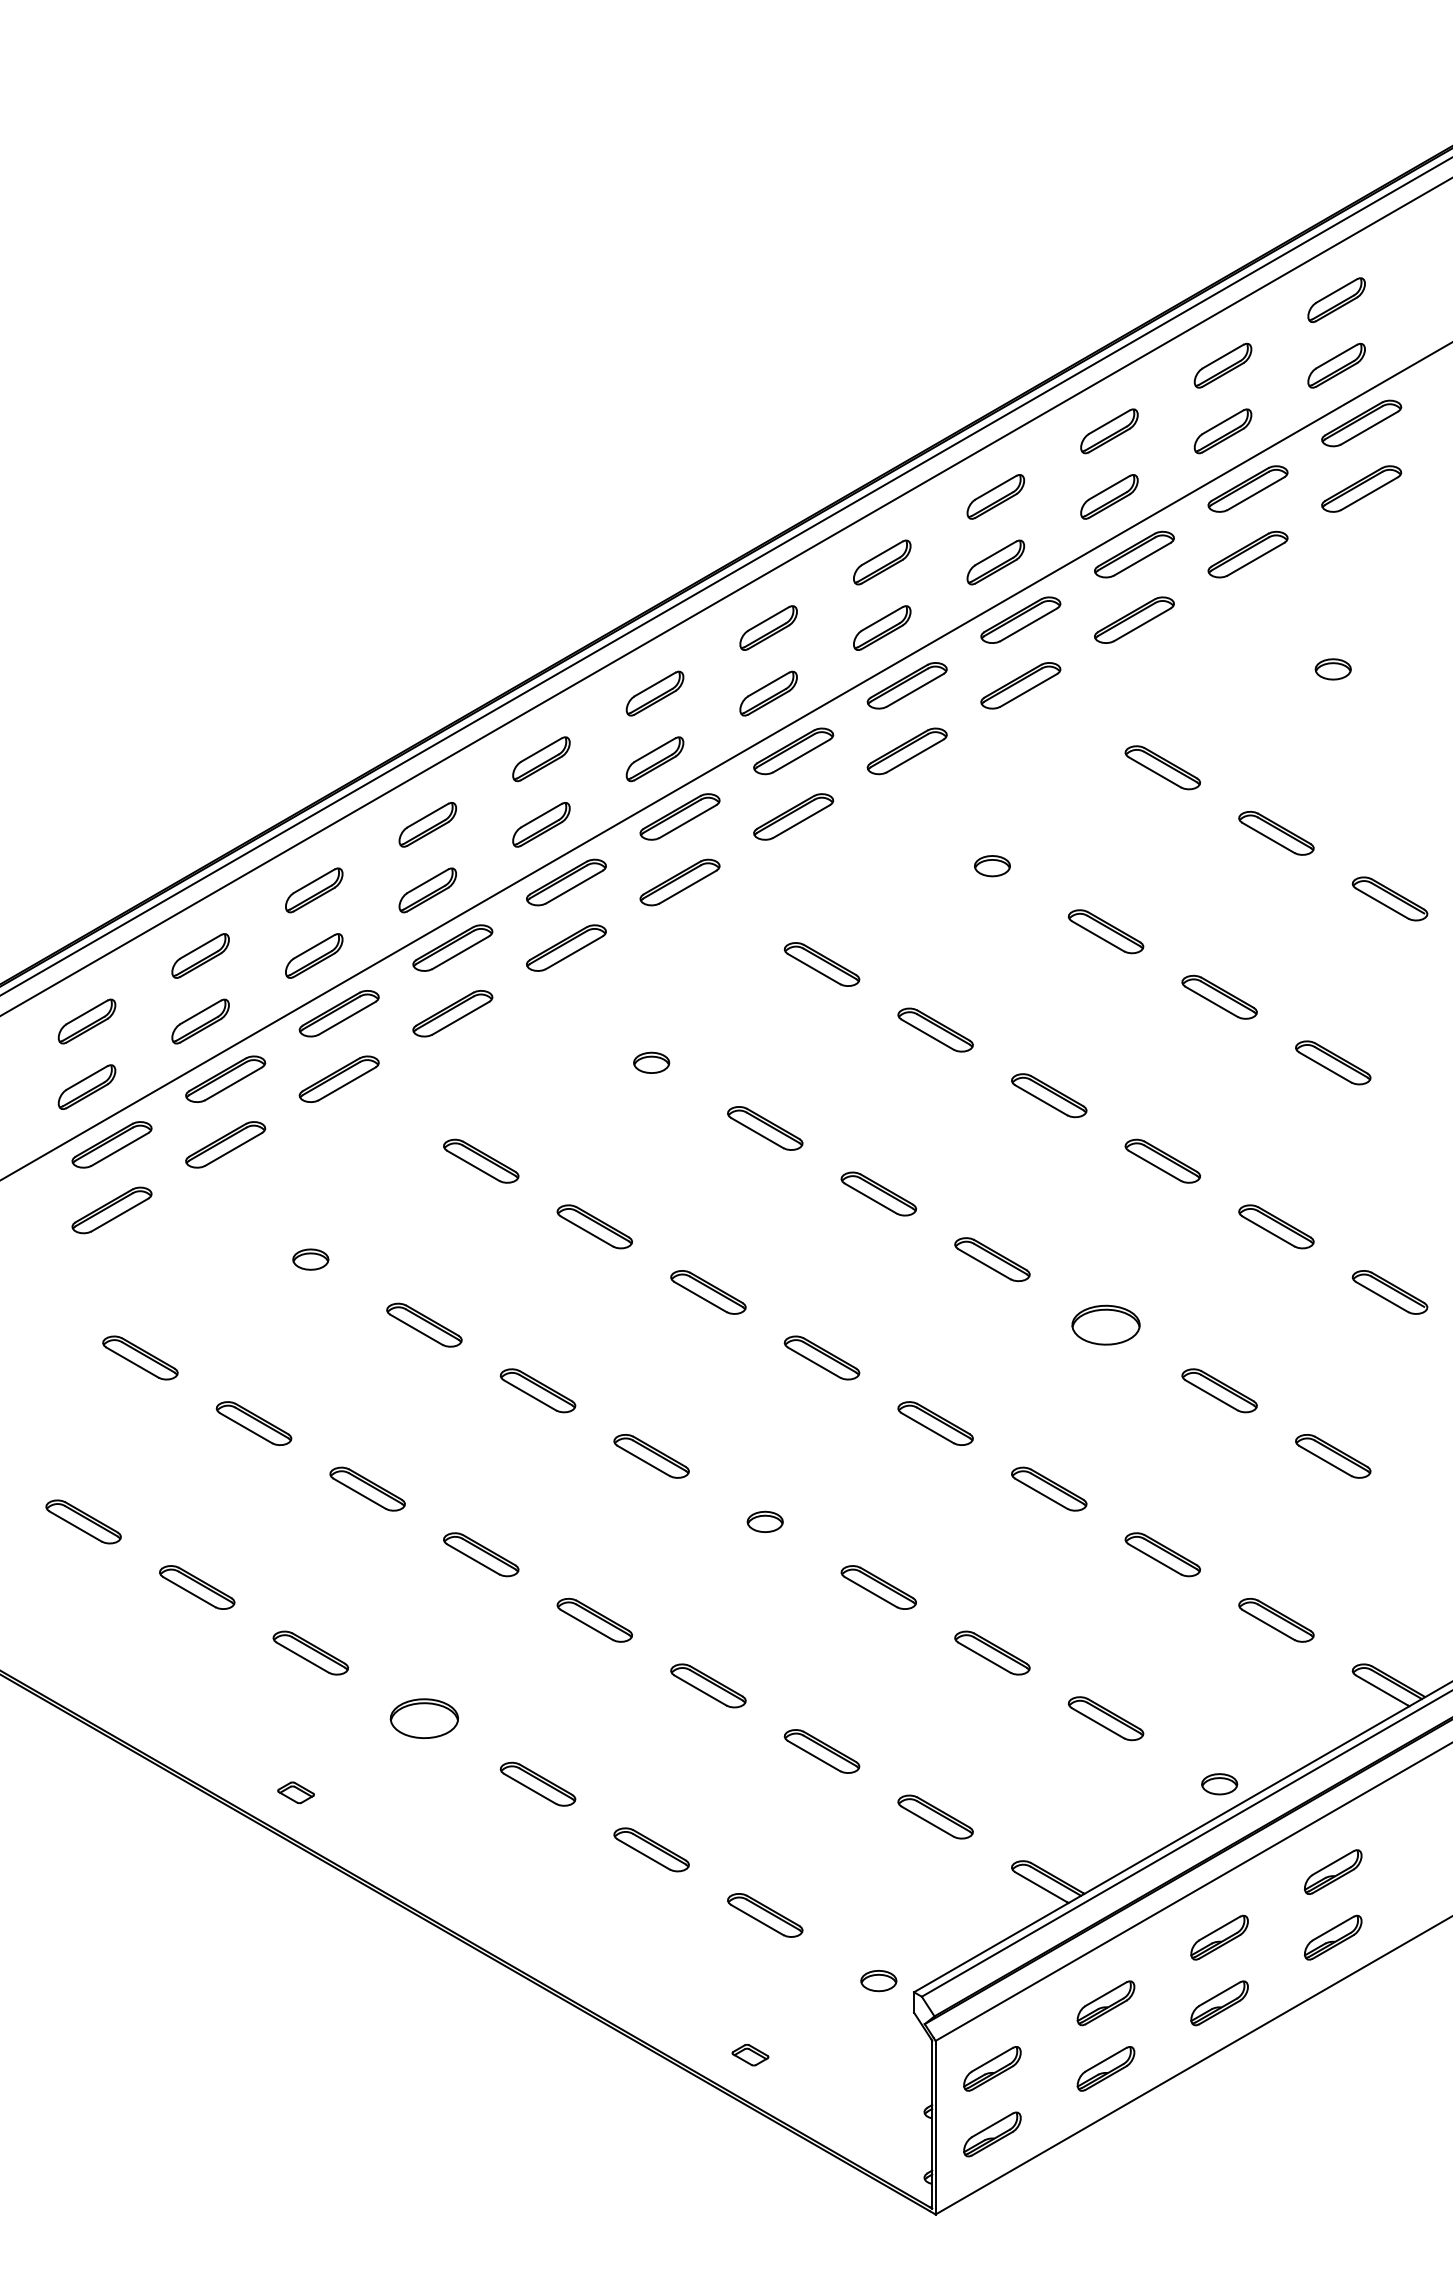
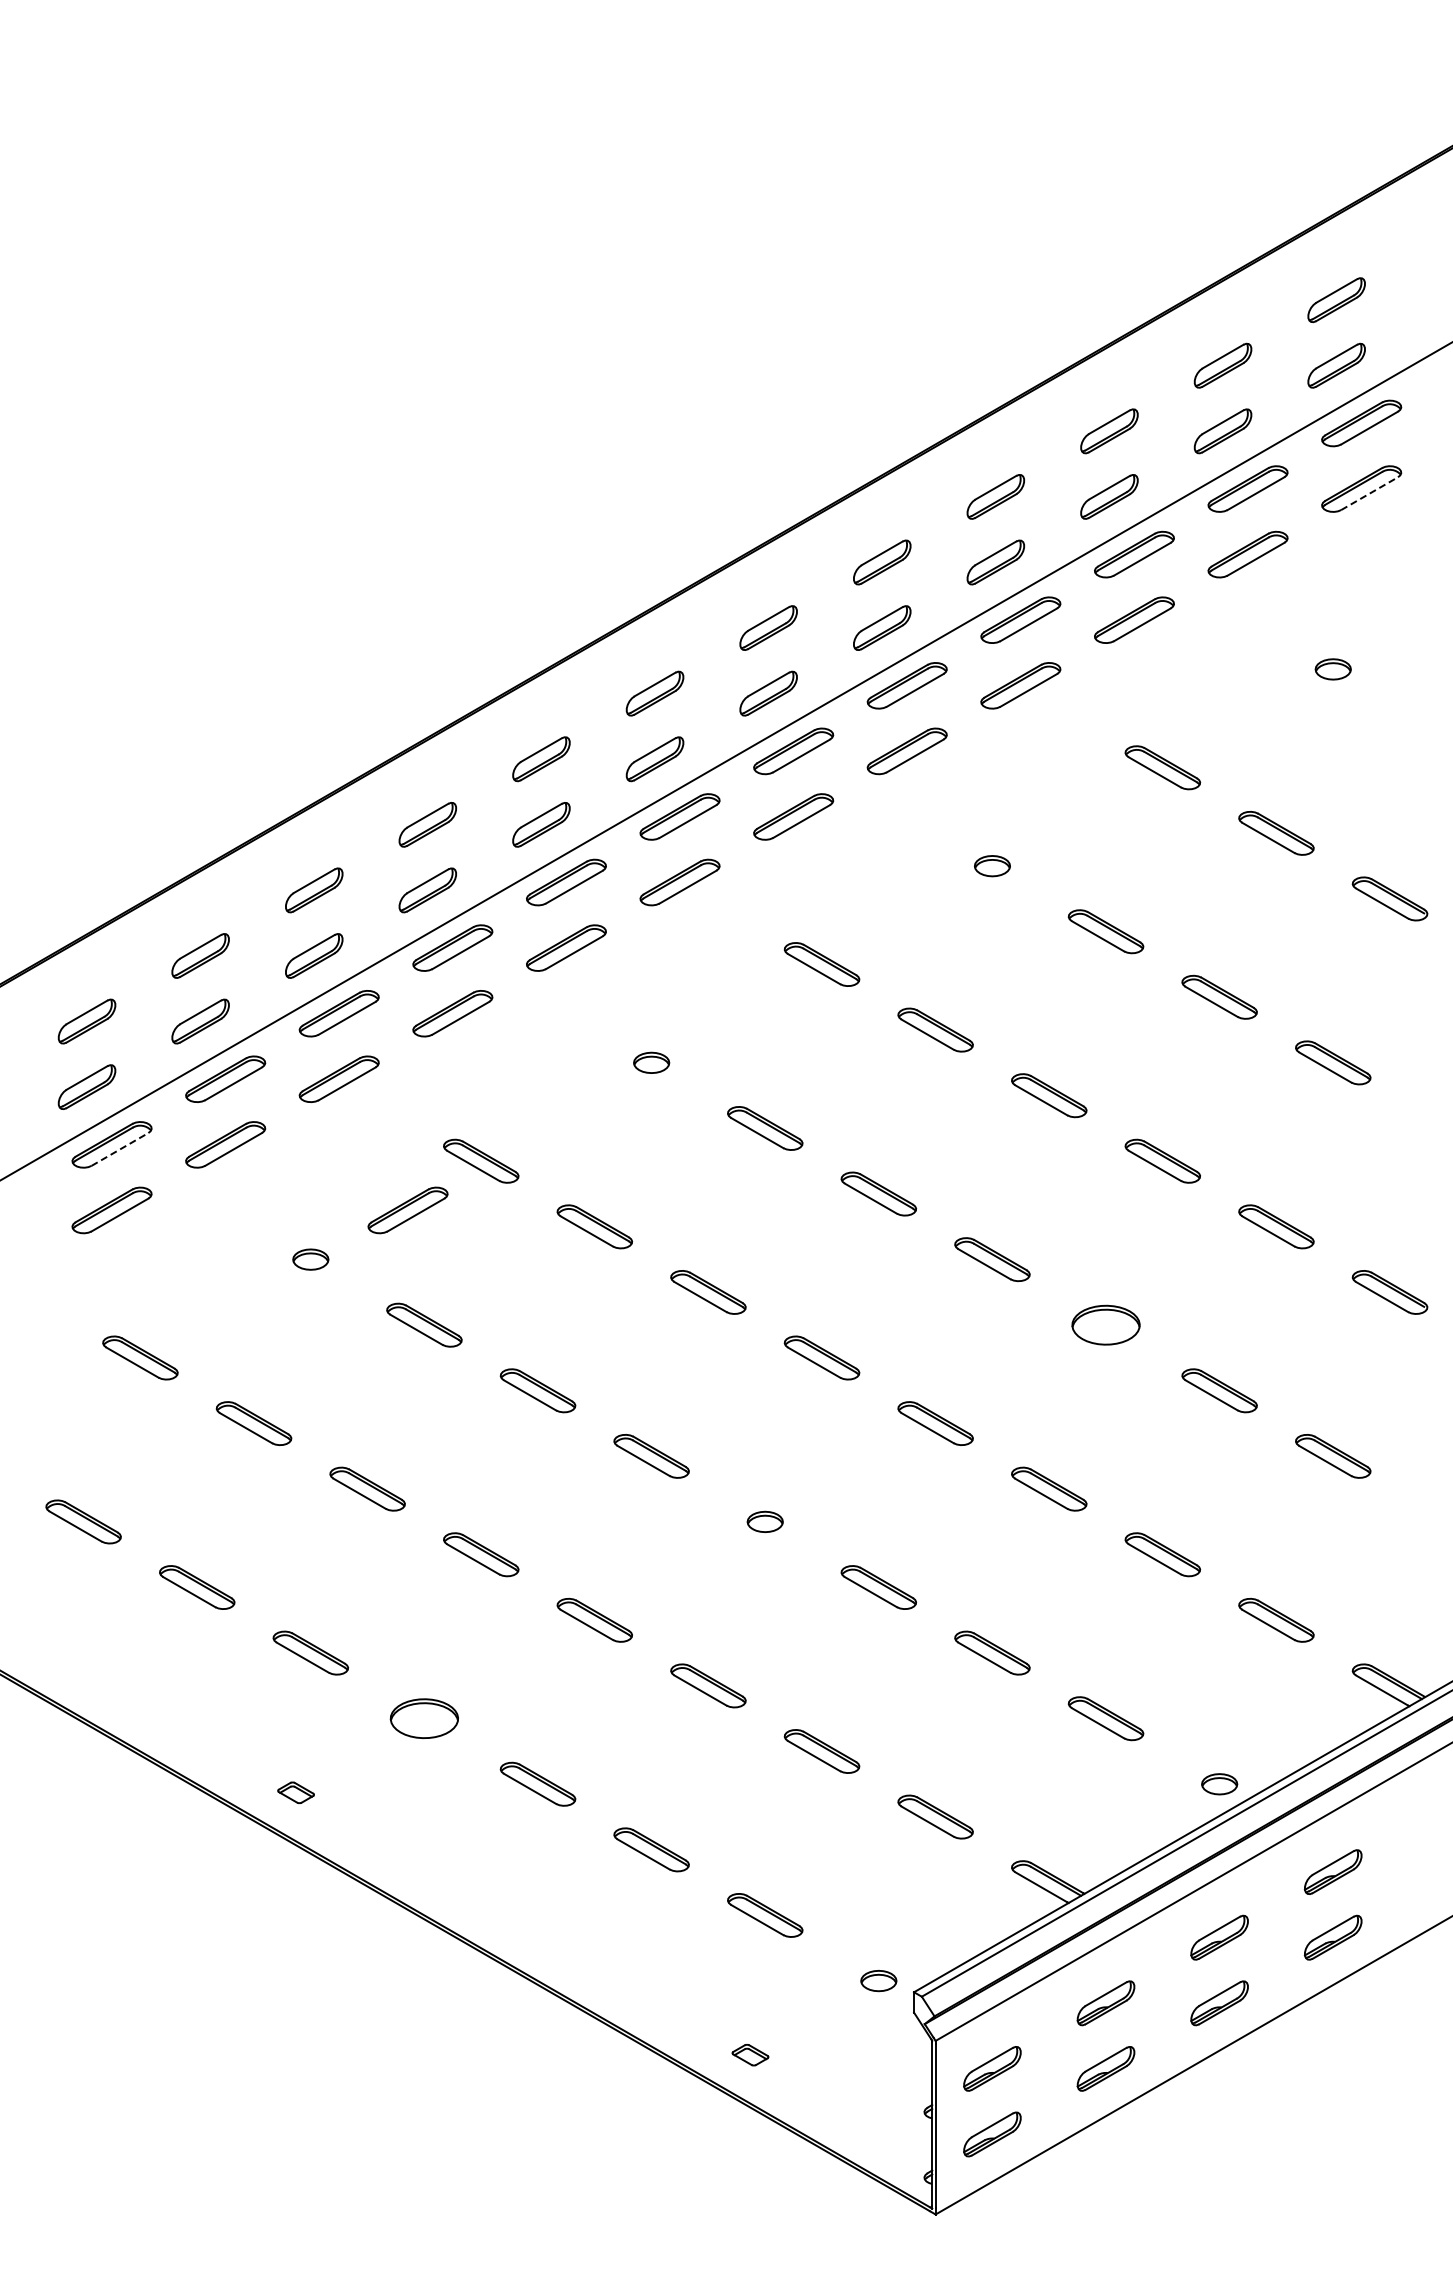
line at (1369, 493): solid -> dashed
line at (725, 576): present -> none
line at (725, 597): present -> none
line at (120, 1149): solid -> dashed
part at (407, 1210): none -> present
